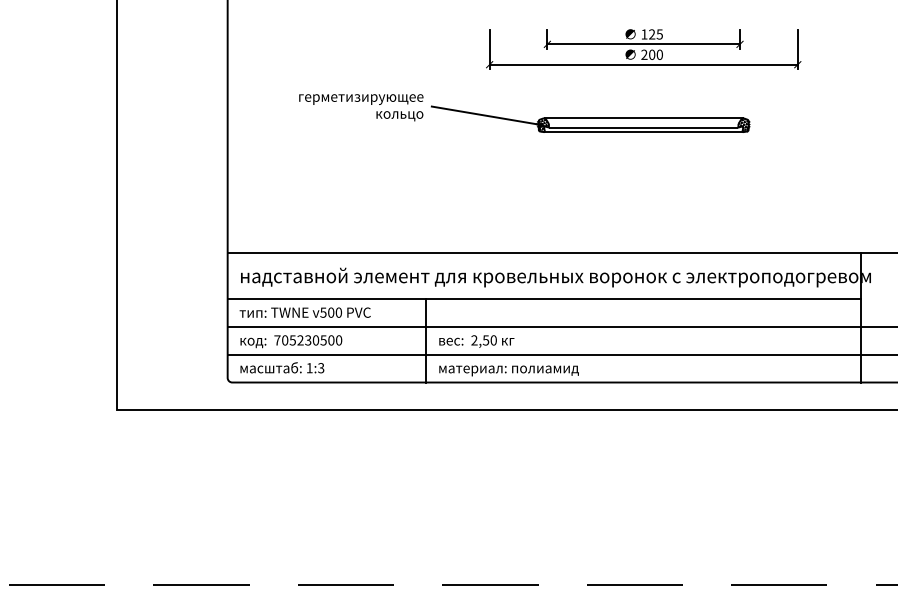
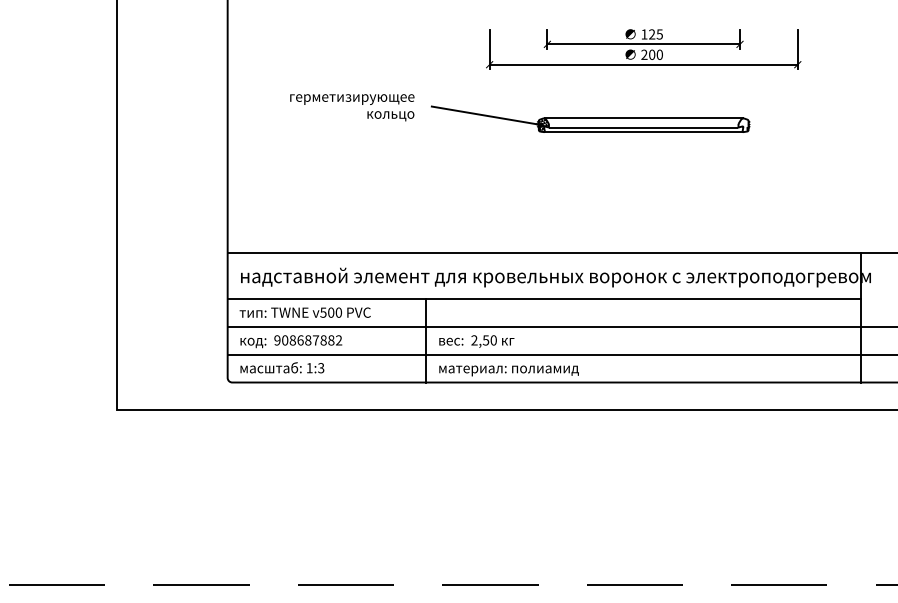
text at (361, 107) position: (361, 107) -> (352, 107)
hatch at (743, 124): present -> none
text at (308, 340): 705230500 -> 908687882
